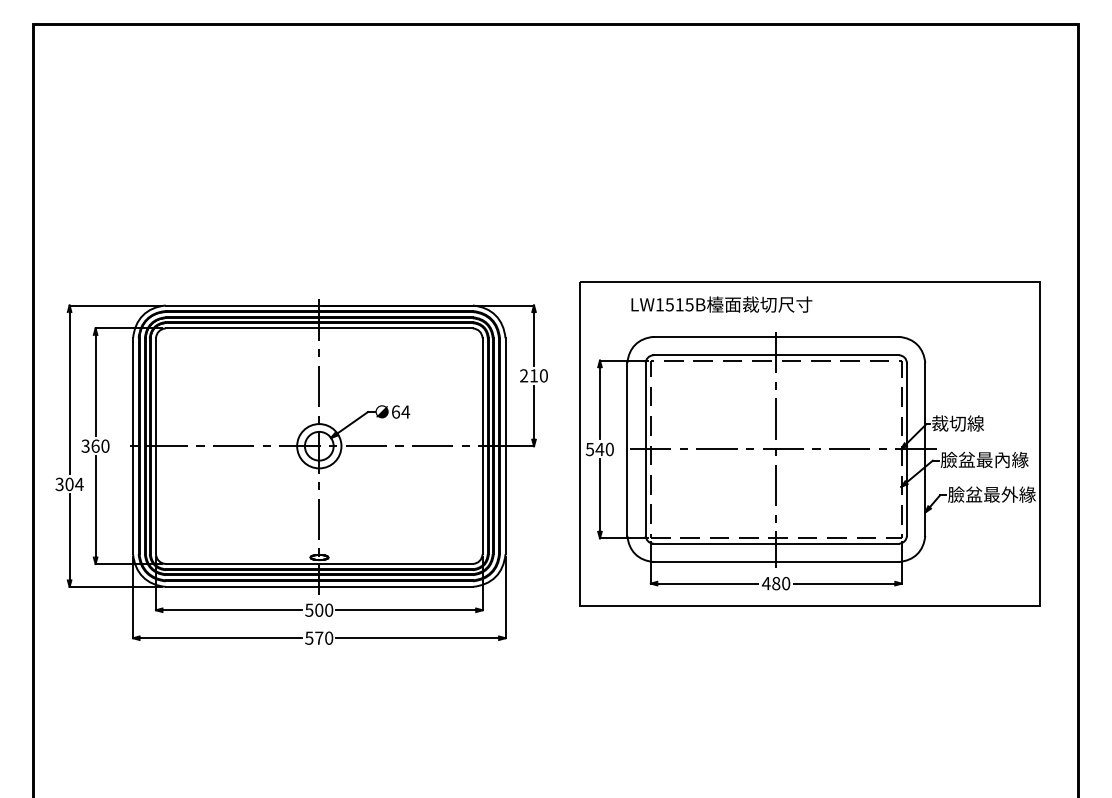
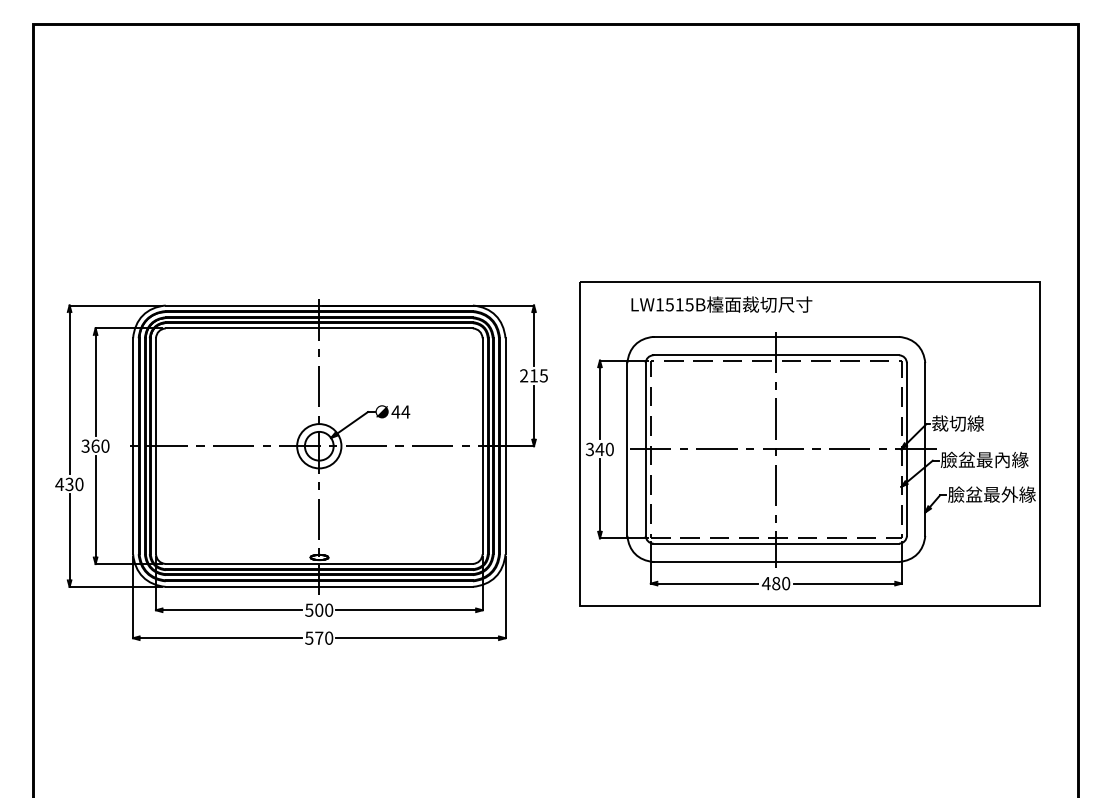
text at (543, 375): 210 -> 215
text at (395, 411): 64 -> 44
text at (589, 448): 540 -> 340
text at (69, 484): 304 -> 430
